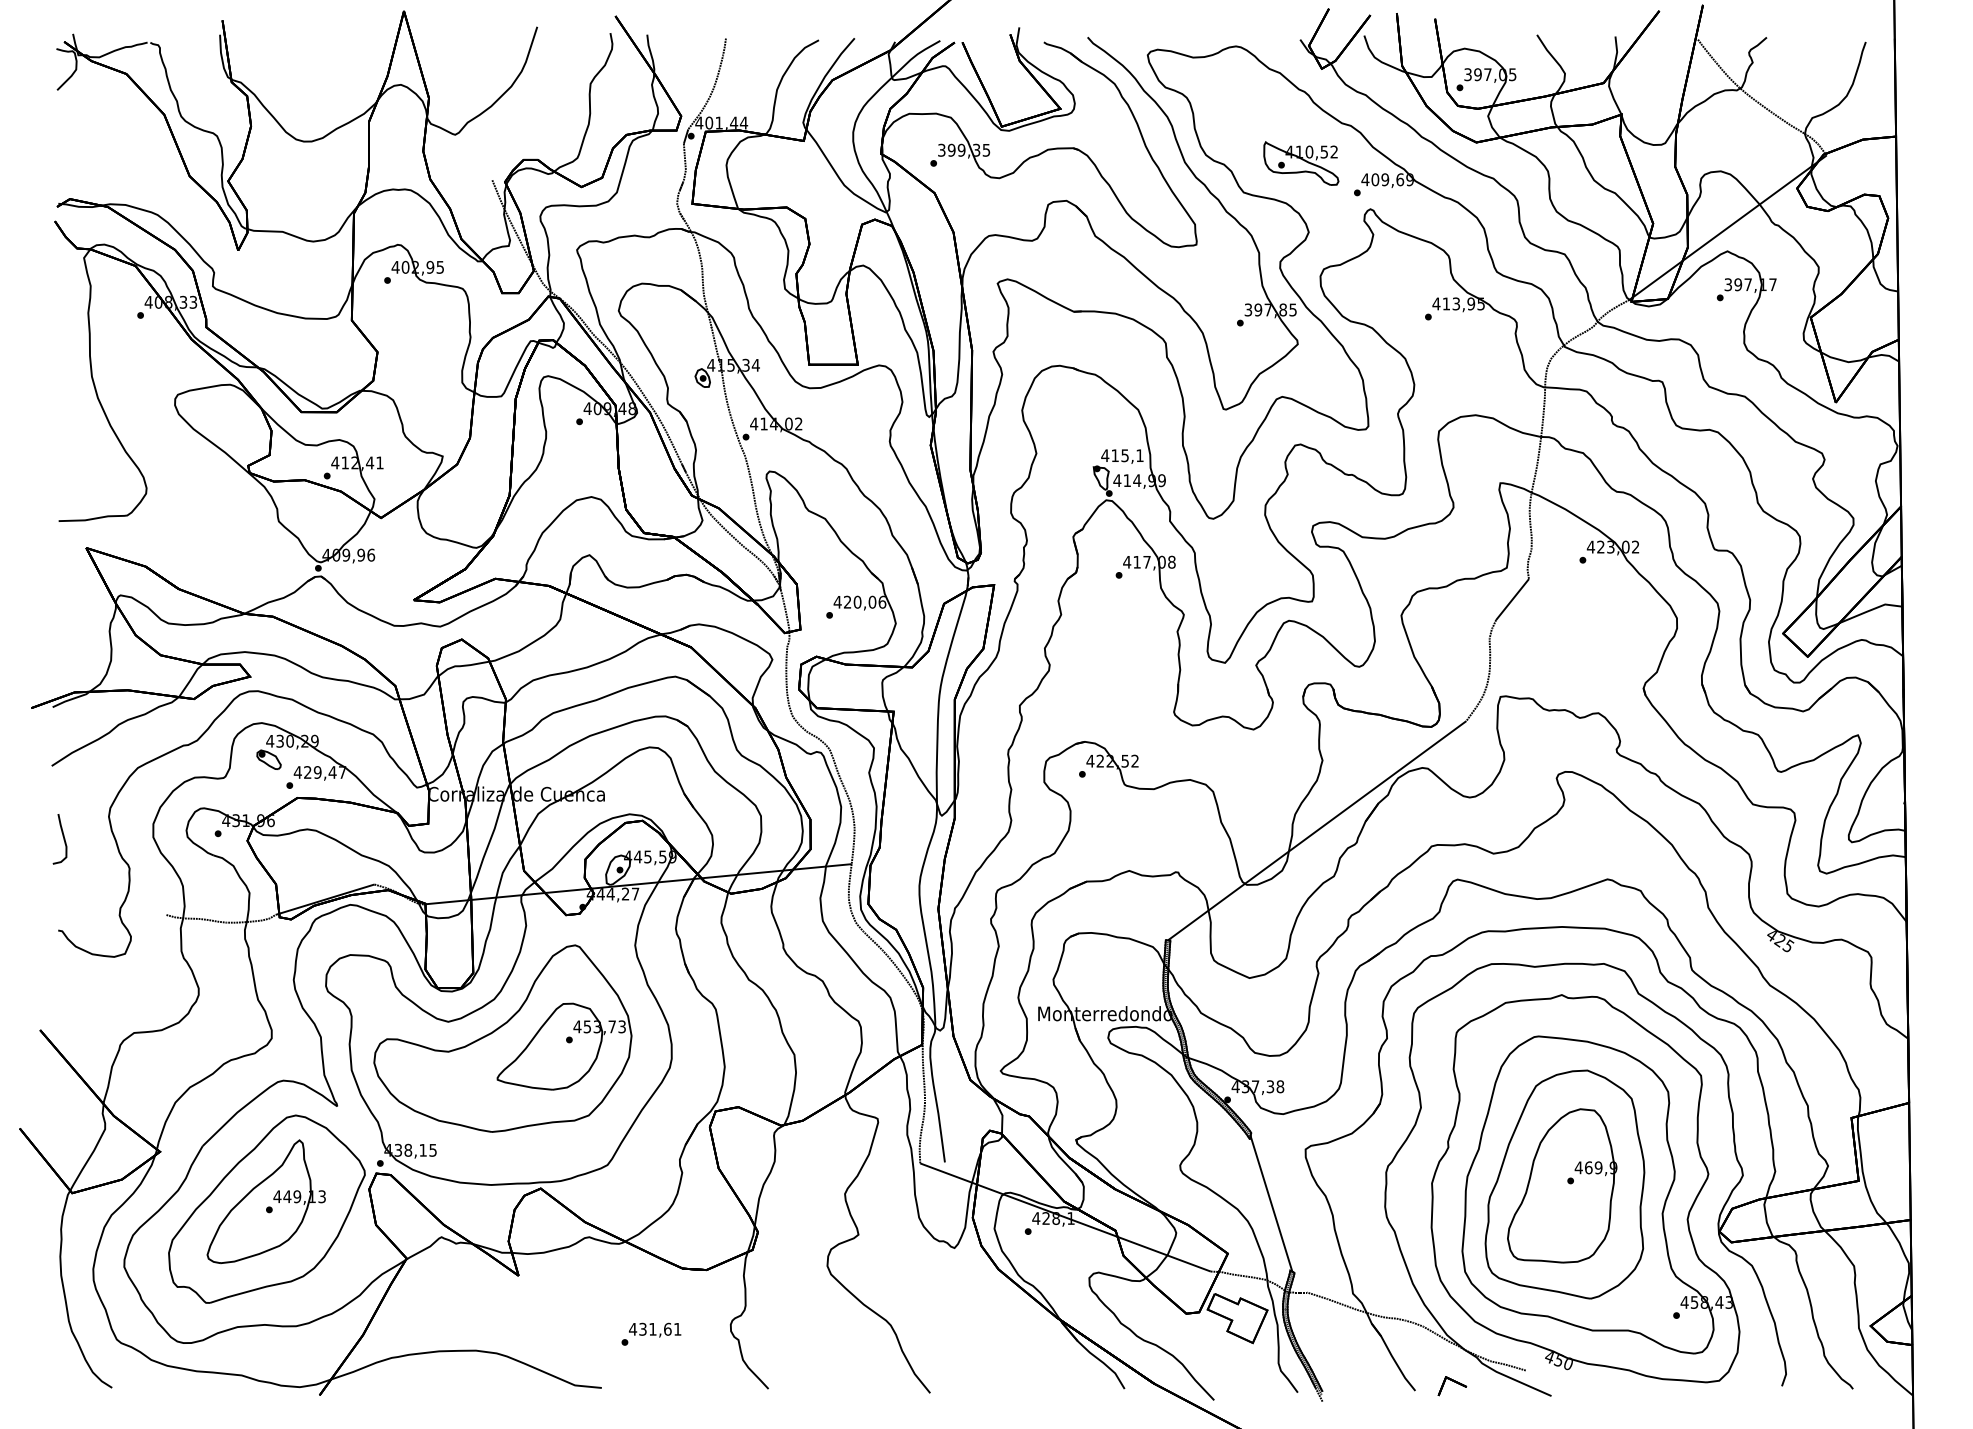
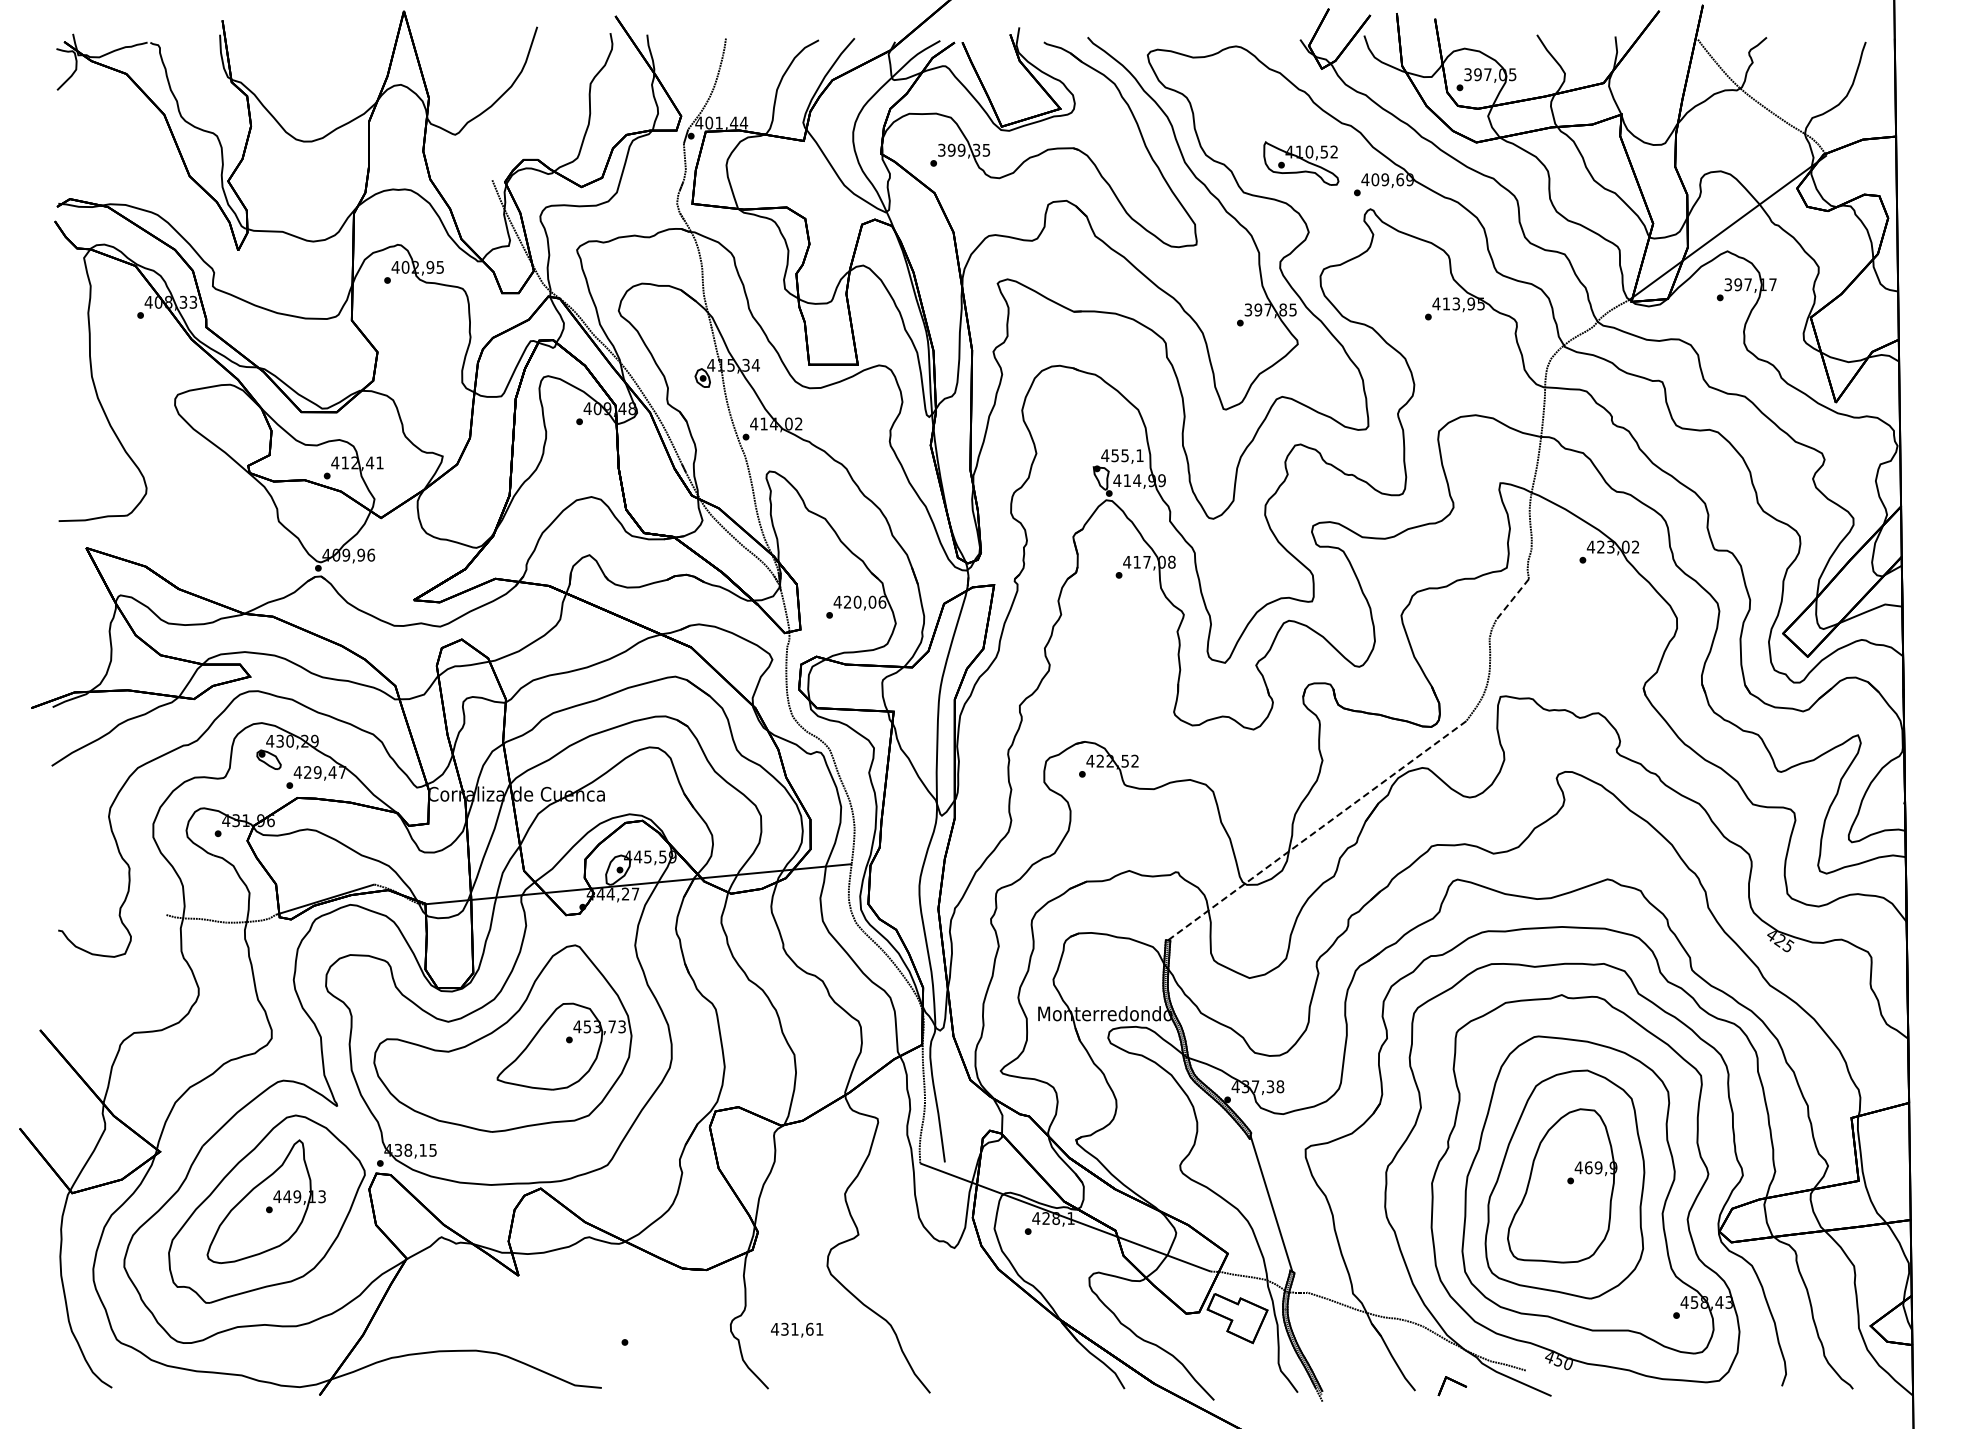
text at (1114, 455): 415,1 -> 455,1
line at (1512, 599): solid -> dashed
line at (1316, 830): solid -> dashed
curve at (63, 839): present -> none
text at (655, 1329) position: (655, 1329) -> (797, 1329)
